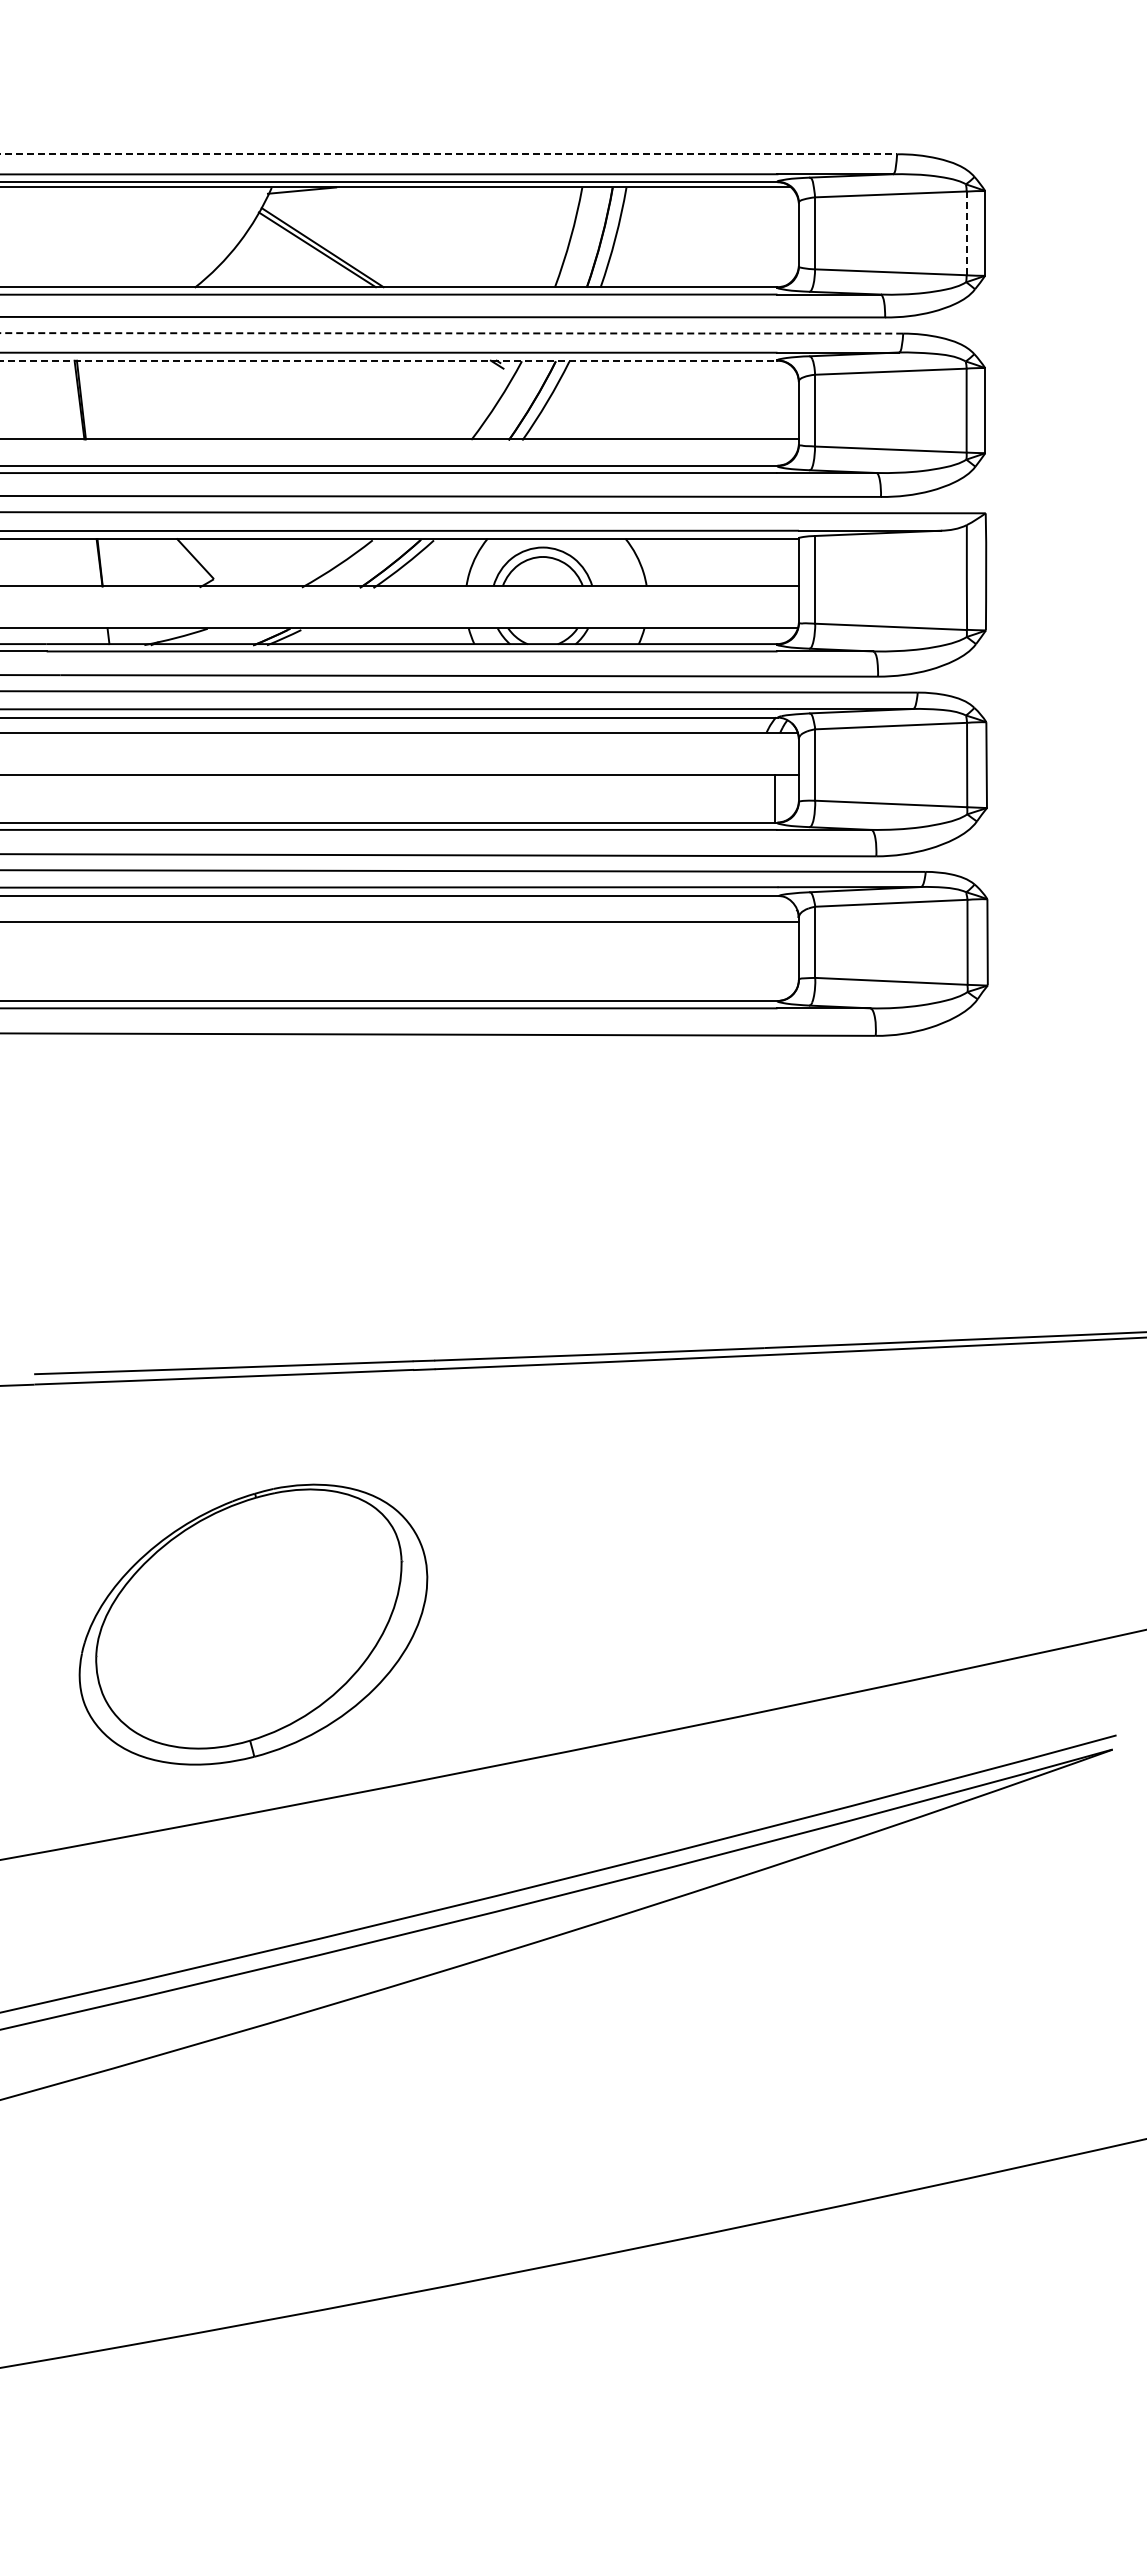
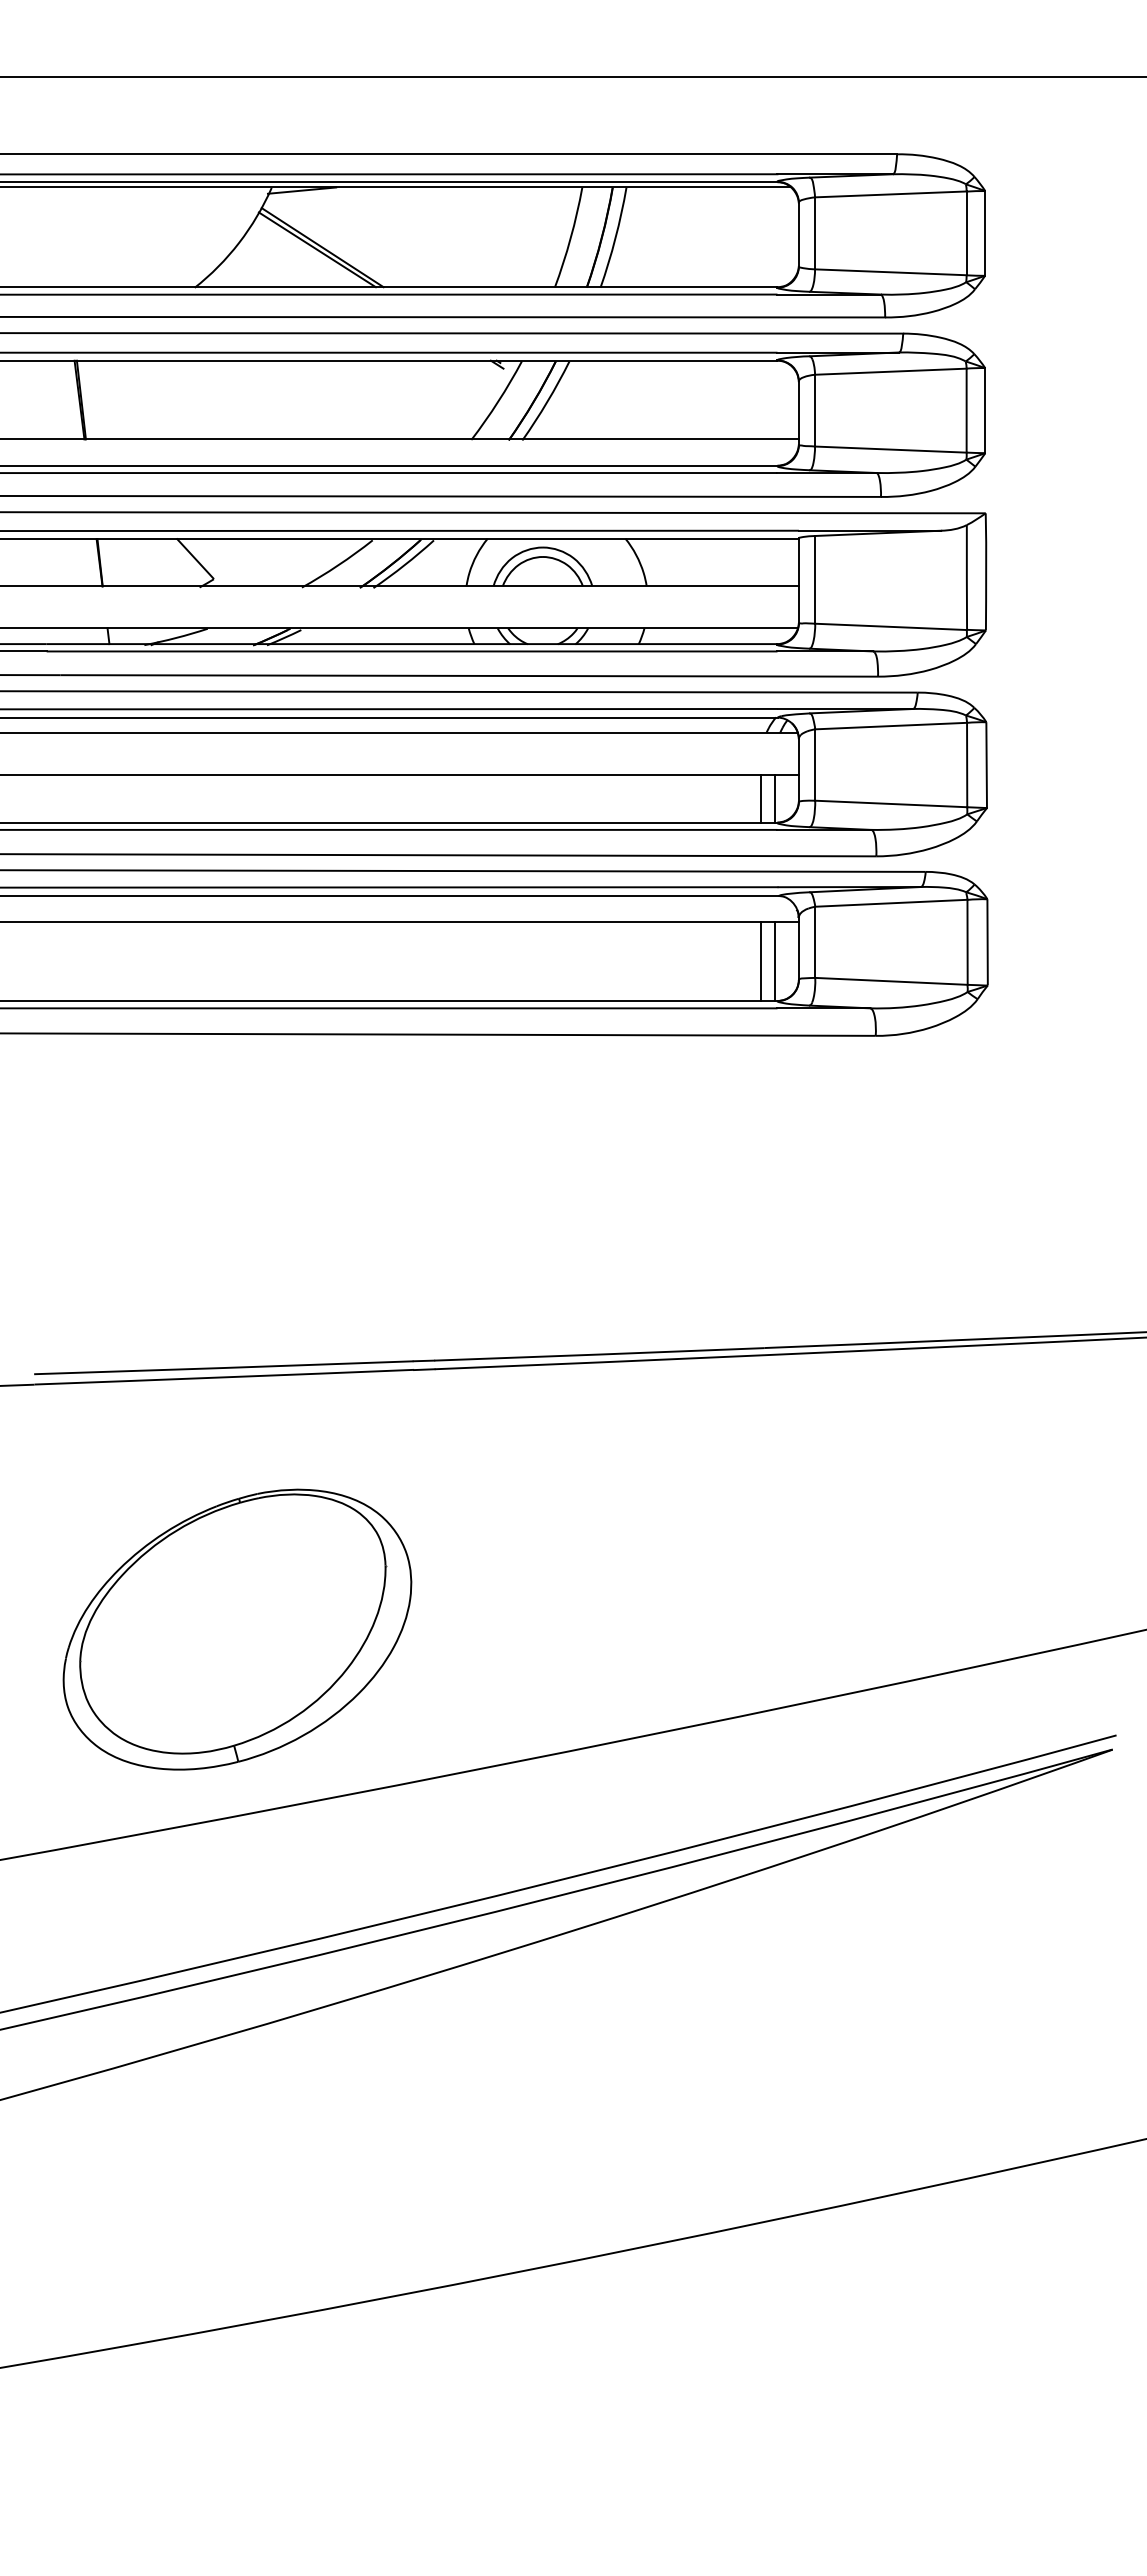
line at (572, 77): none -> present
line at (449, 154): dashed -> solid
line at (966, 233): dashed -> solid
line at (451, 333): dashed -> solid
line at (389, 360): dashed -> solid
line at (760, 798): none -> present
line at (760, 961): none -> present
line at (774, 961): none -> present
part at (253, 1624) position: (253, 1624) -> (237, 1629)
